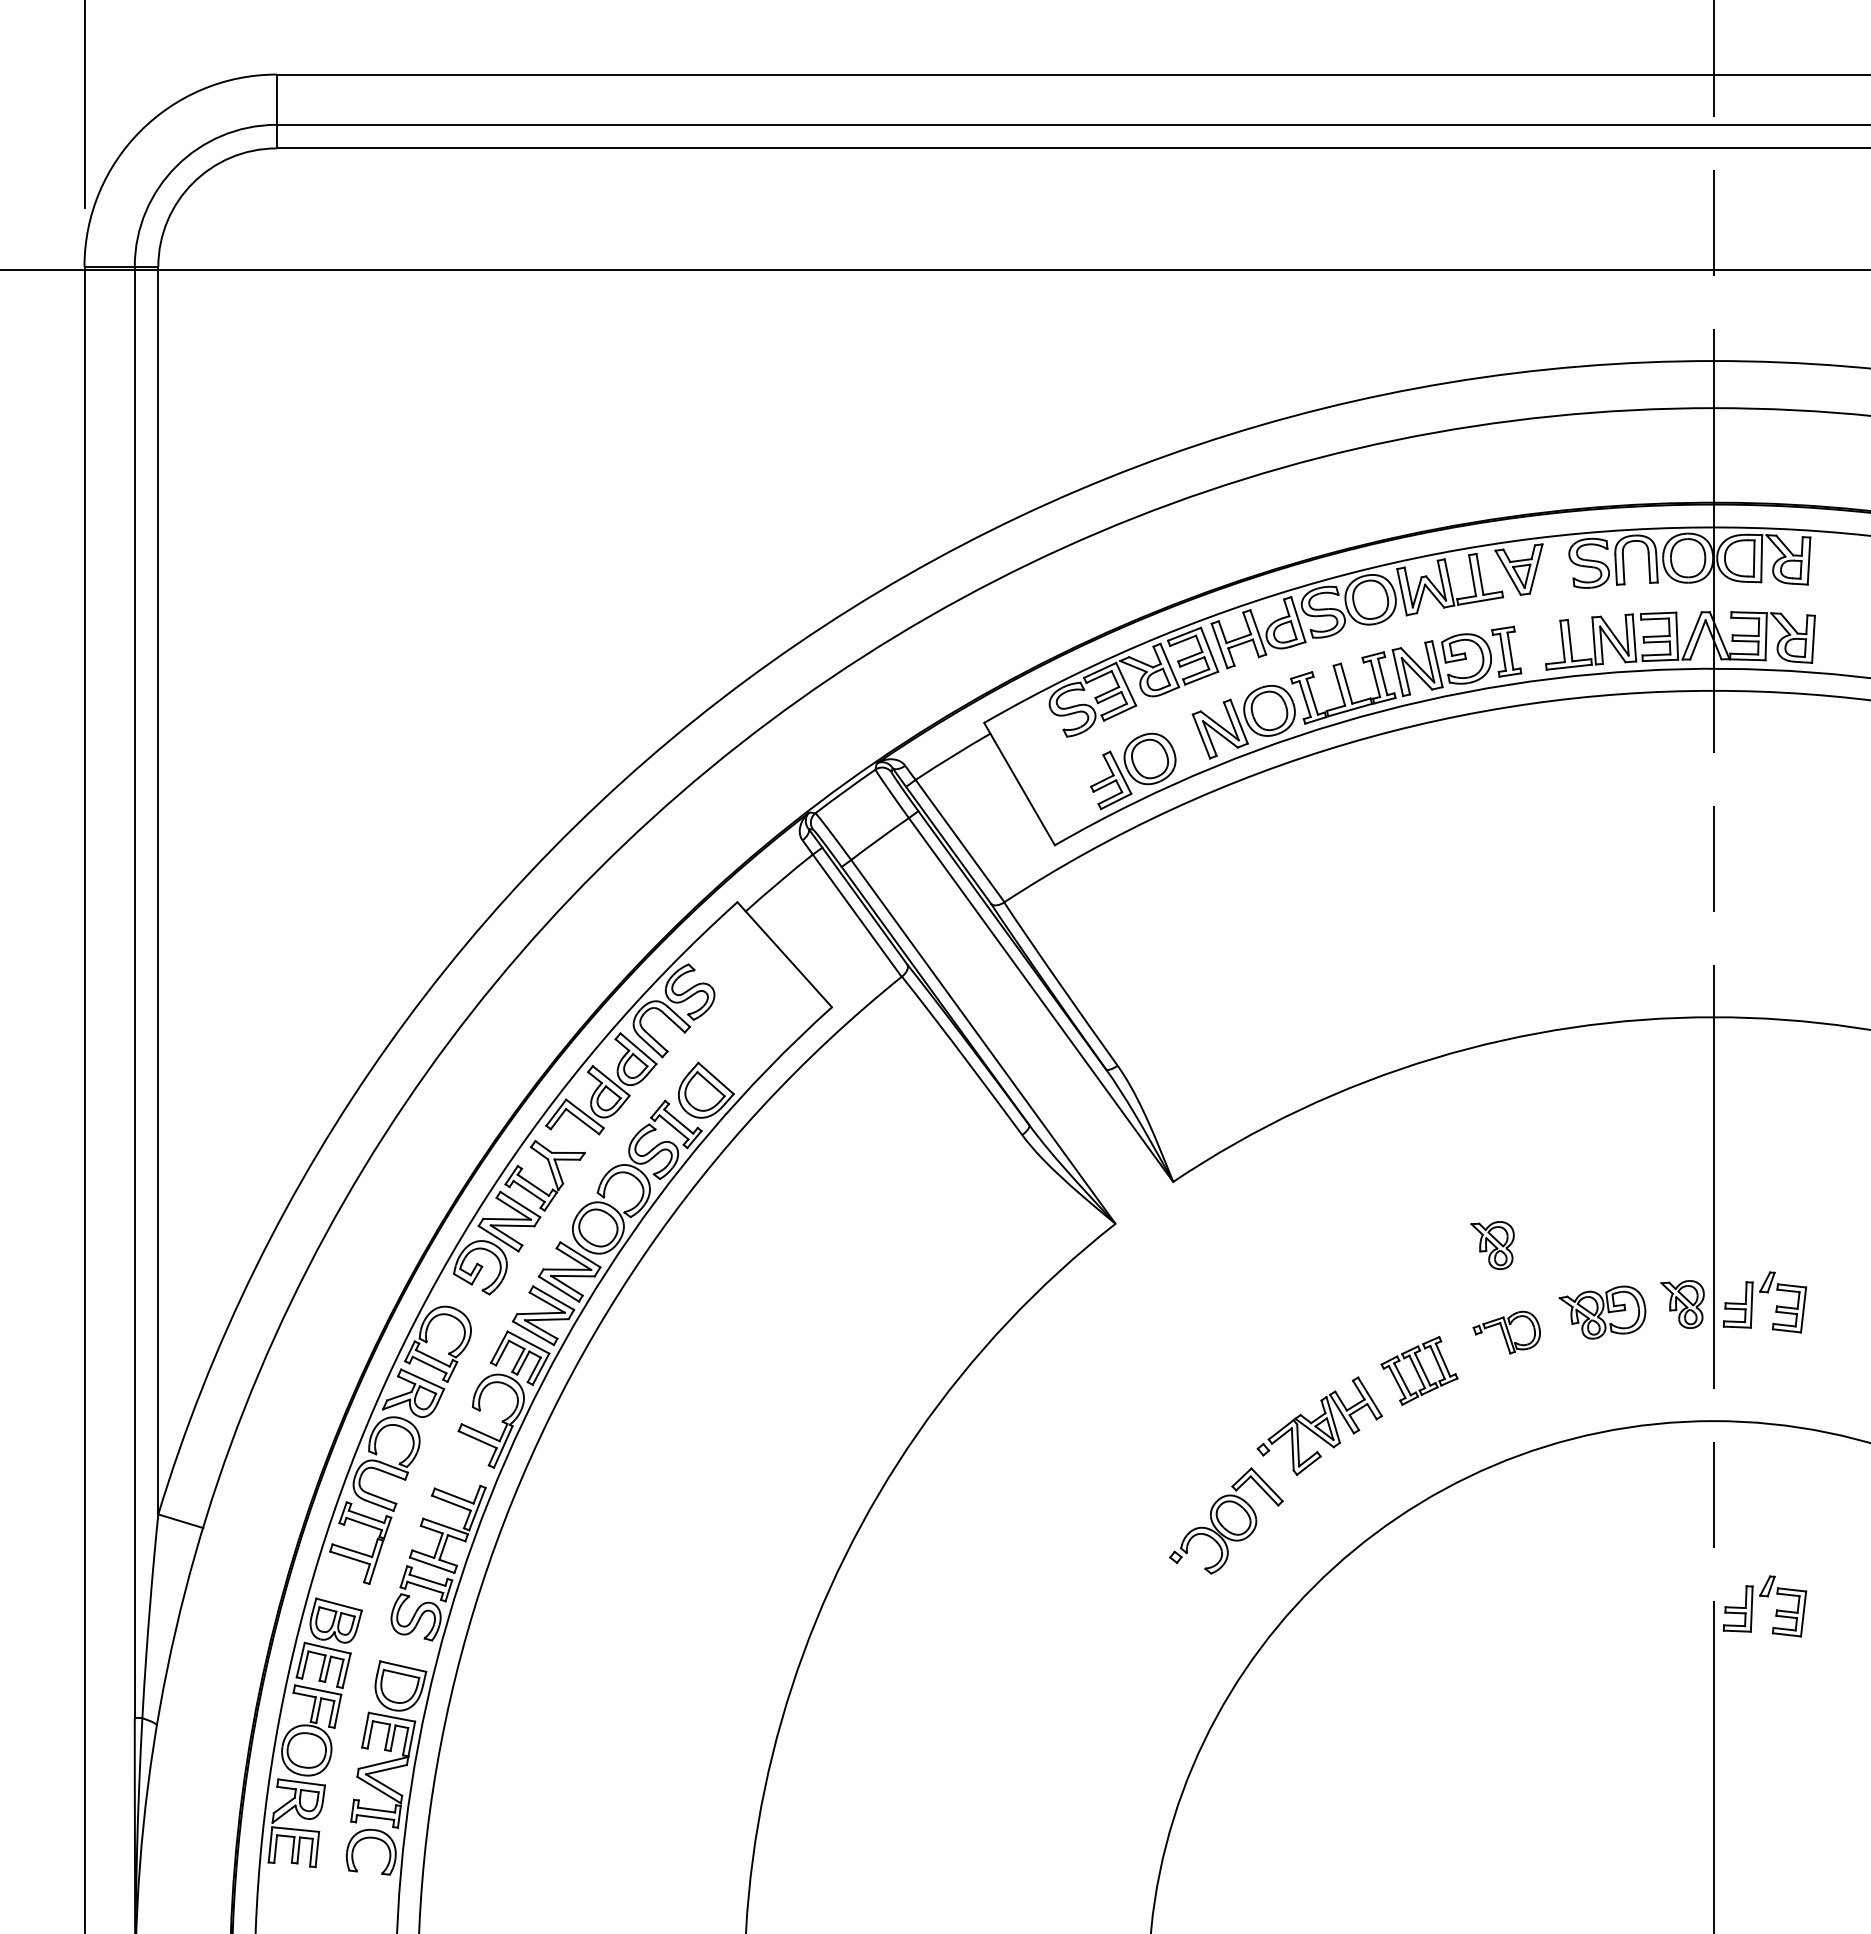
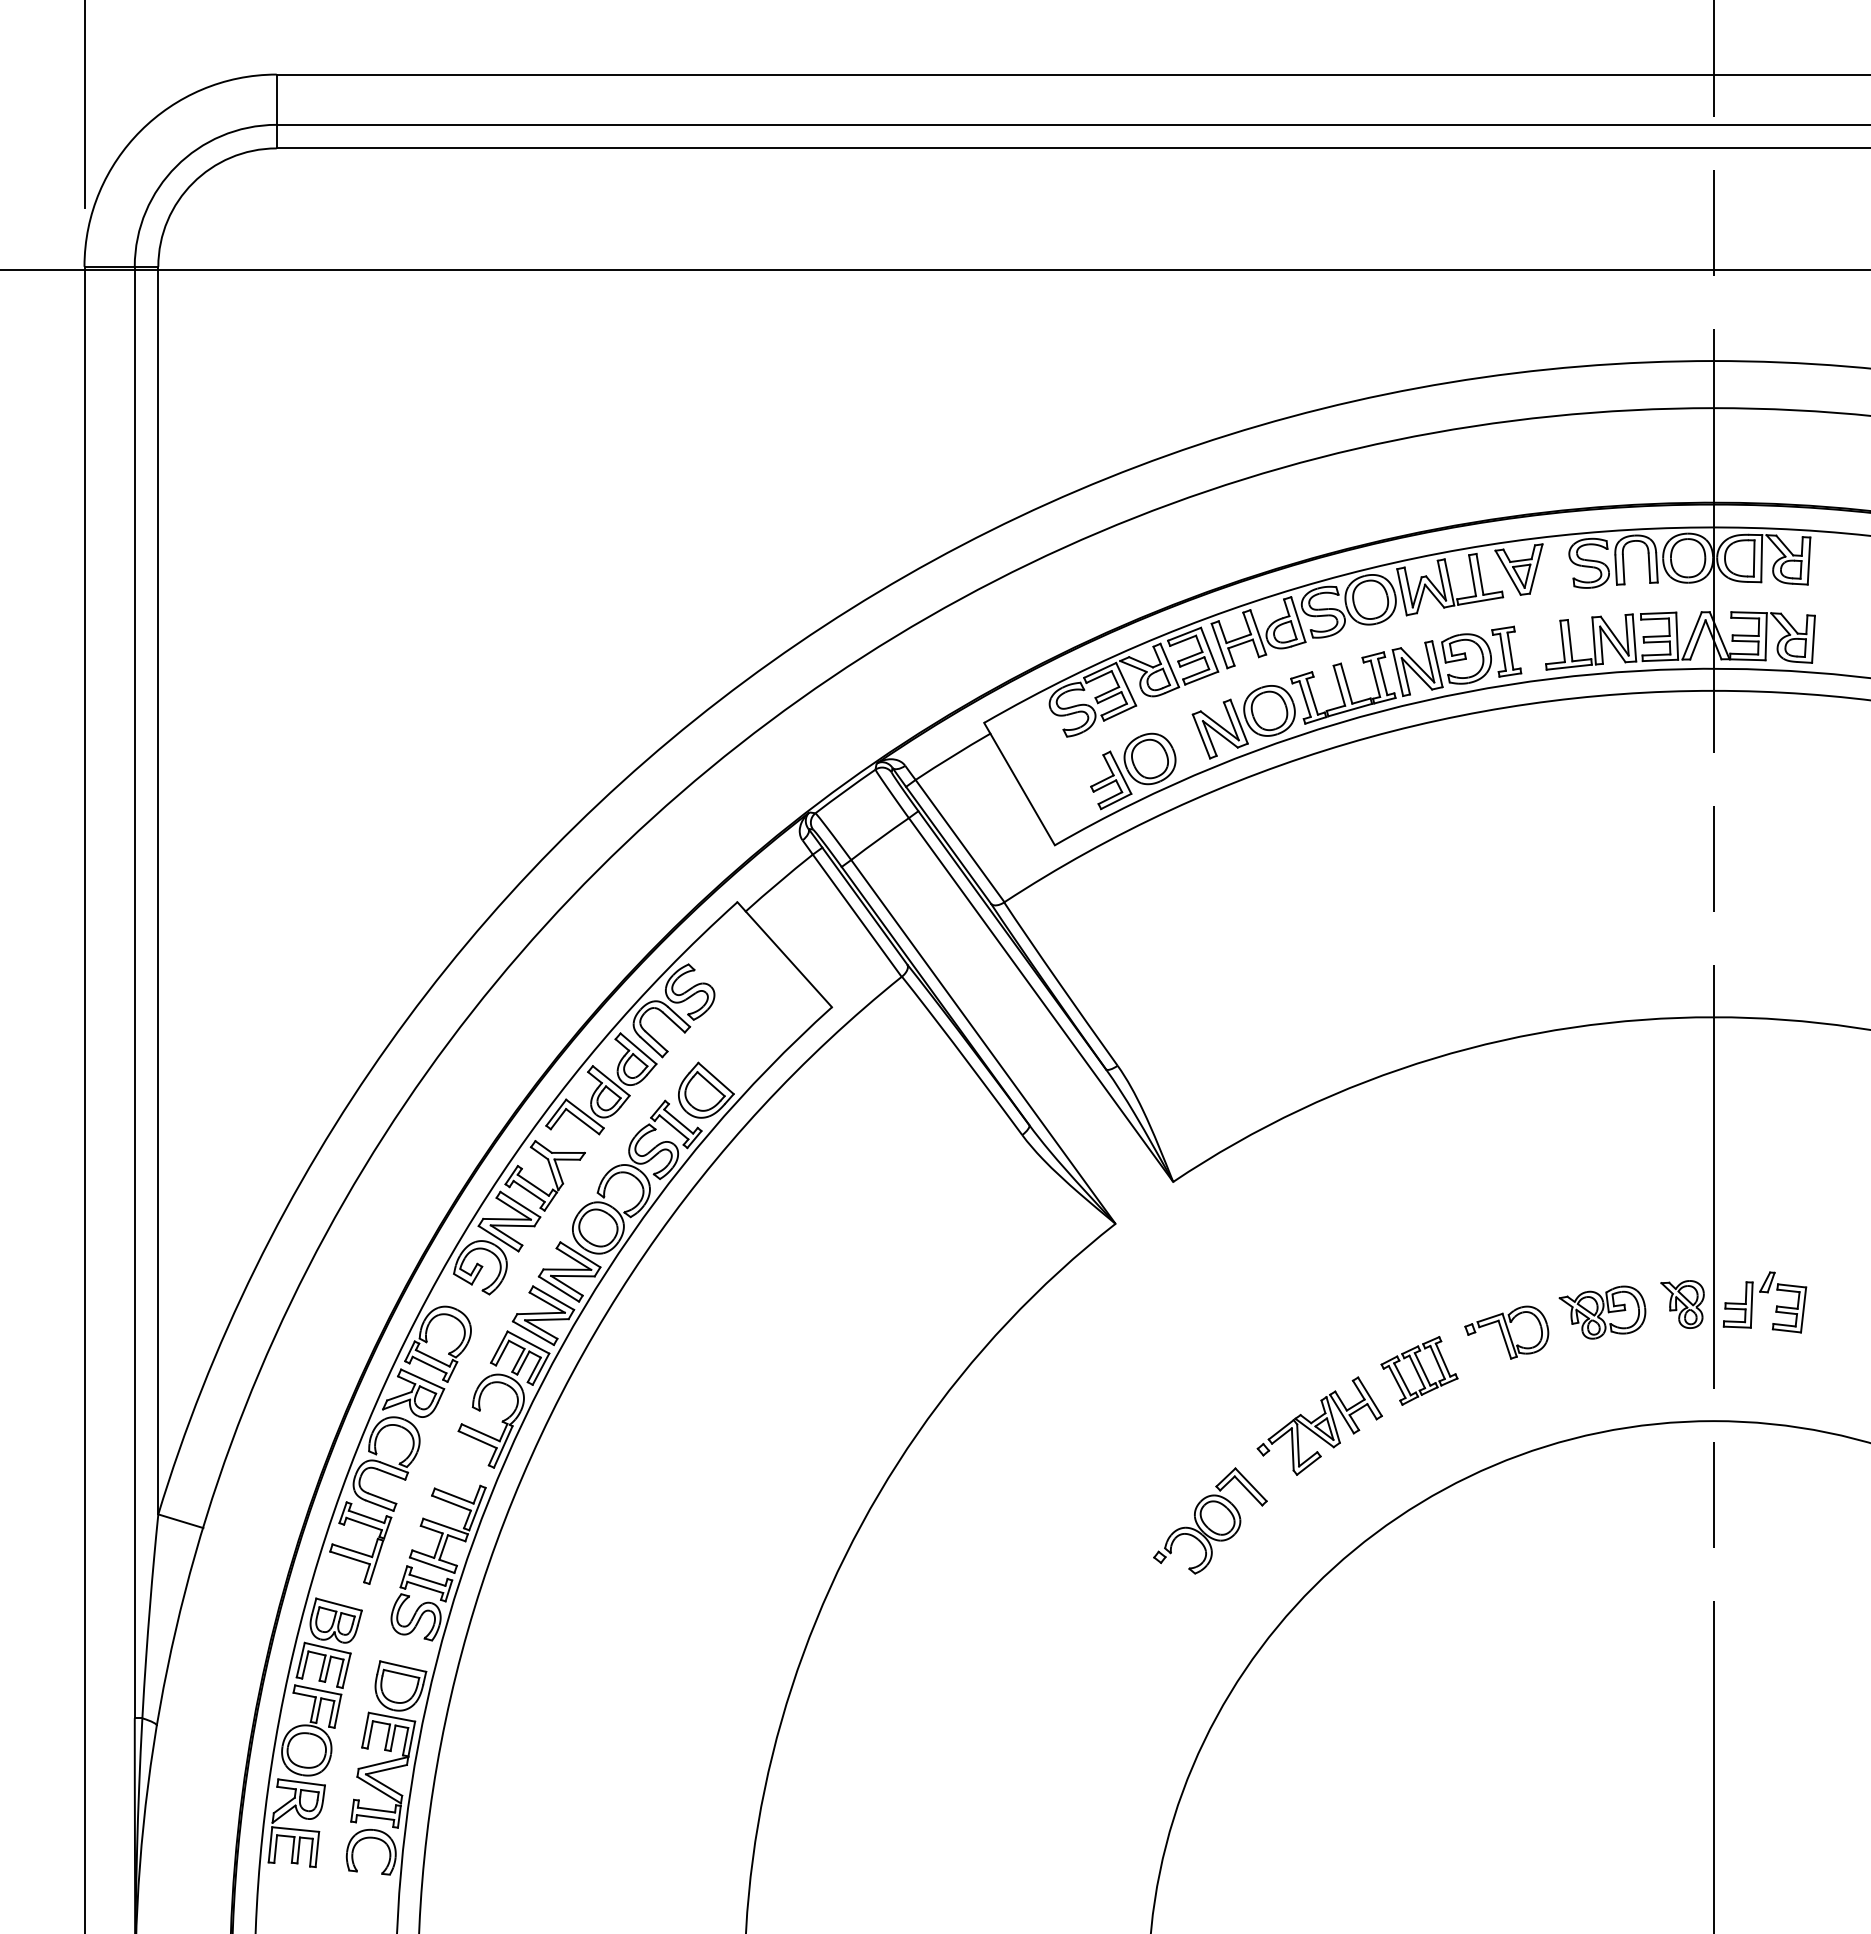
part at (1492, 1245): present -> none
part at (1506, 1332) size: 69x45 px -> 86x55 px
part at (1226, 1520) position: (1226, 1520) -> (1210, 1520)
part at (1766, 1597): present -> none
